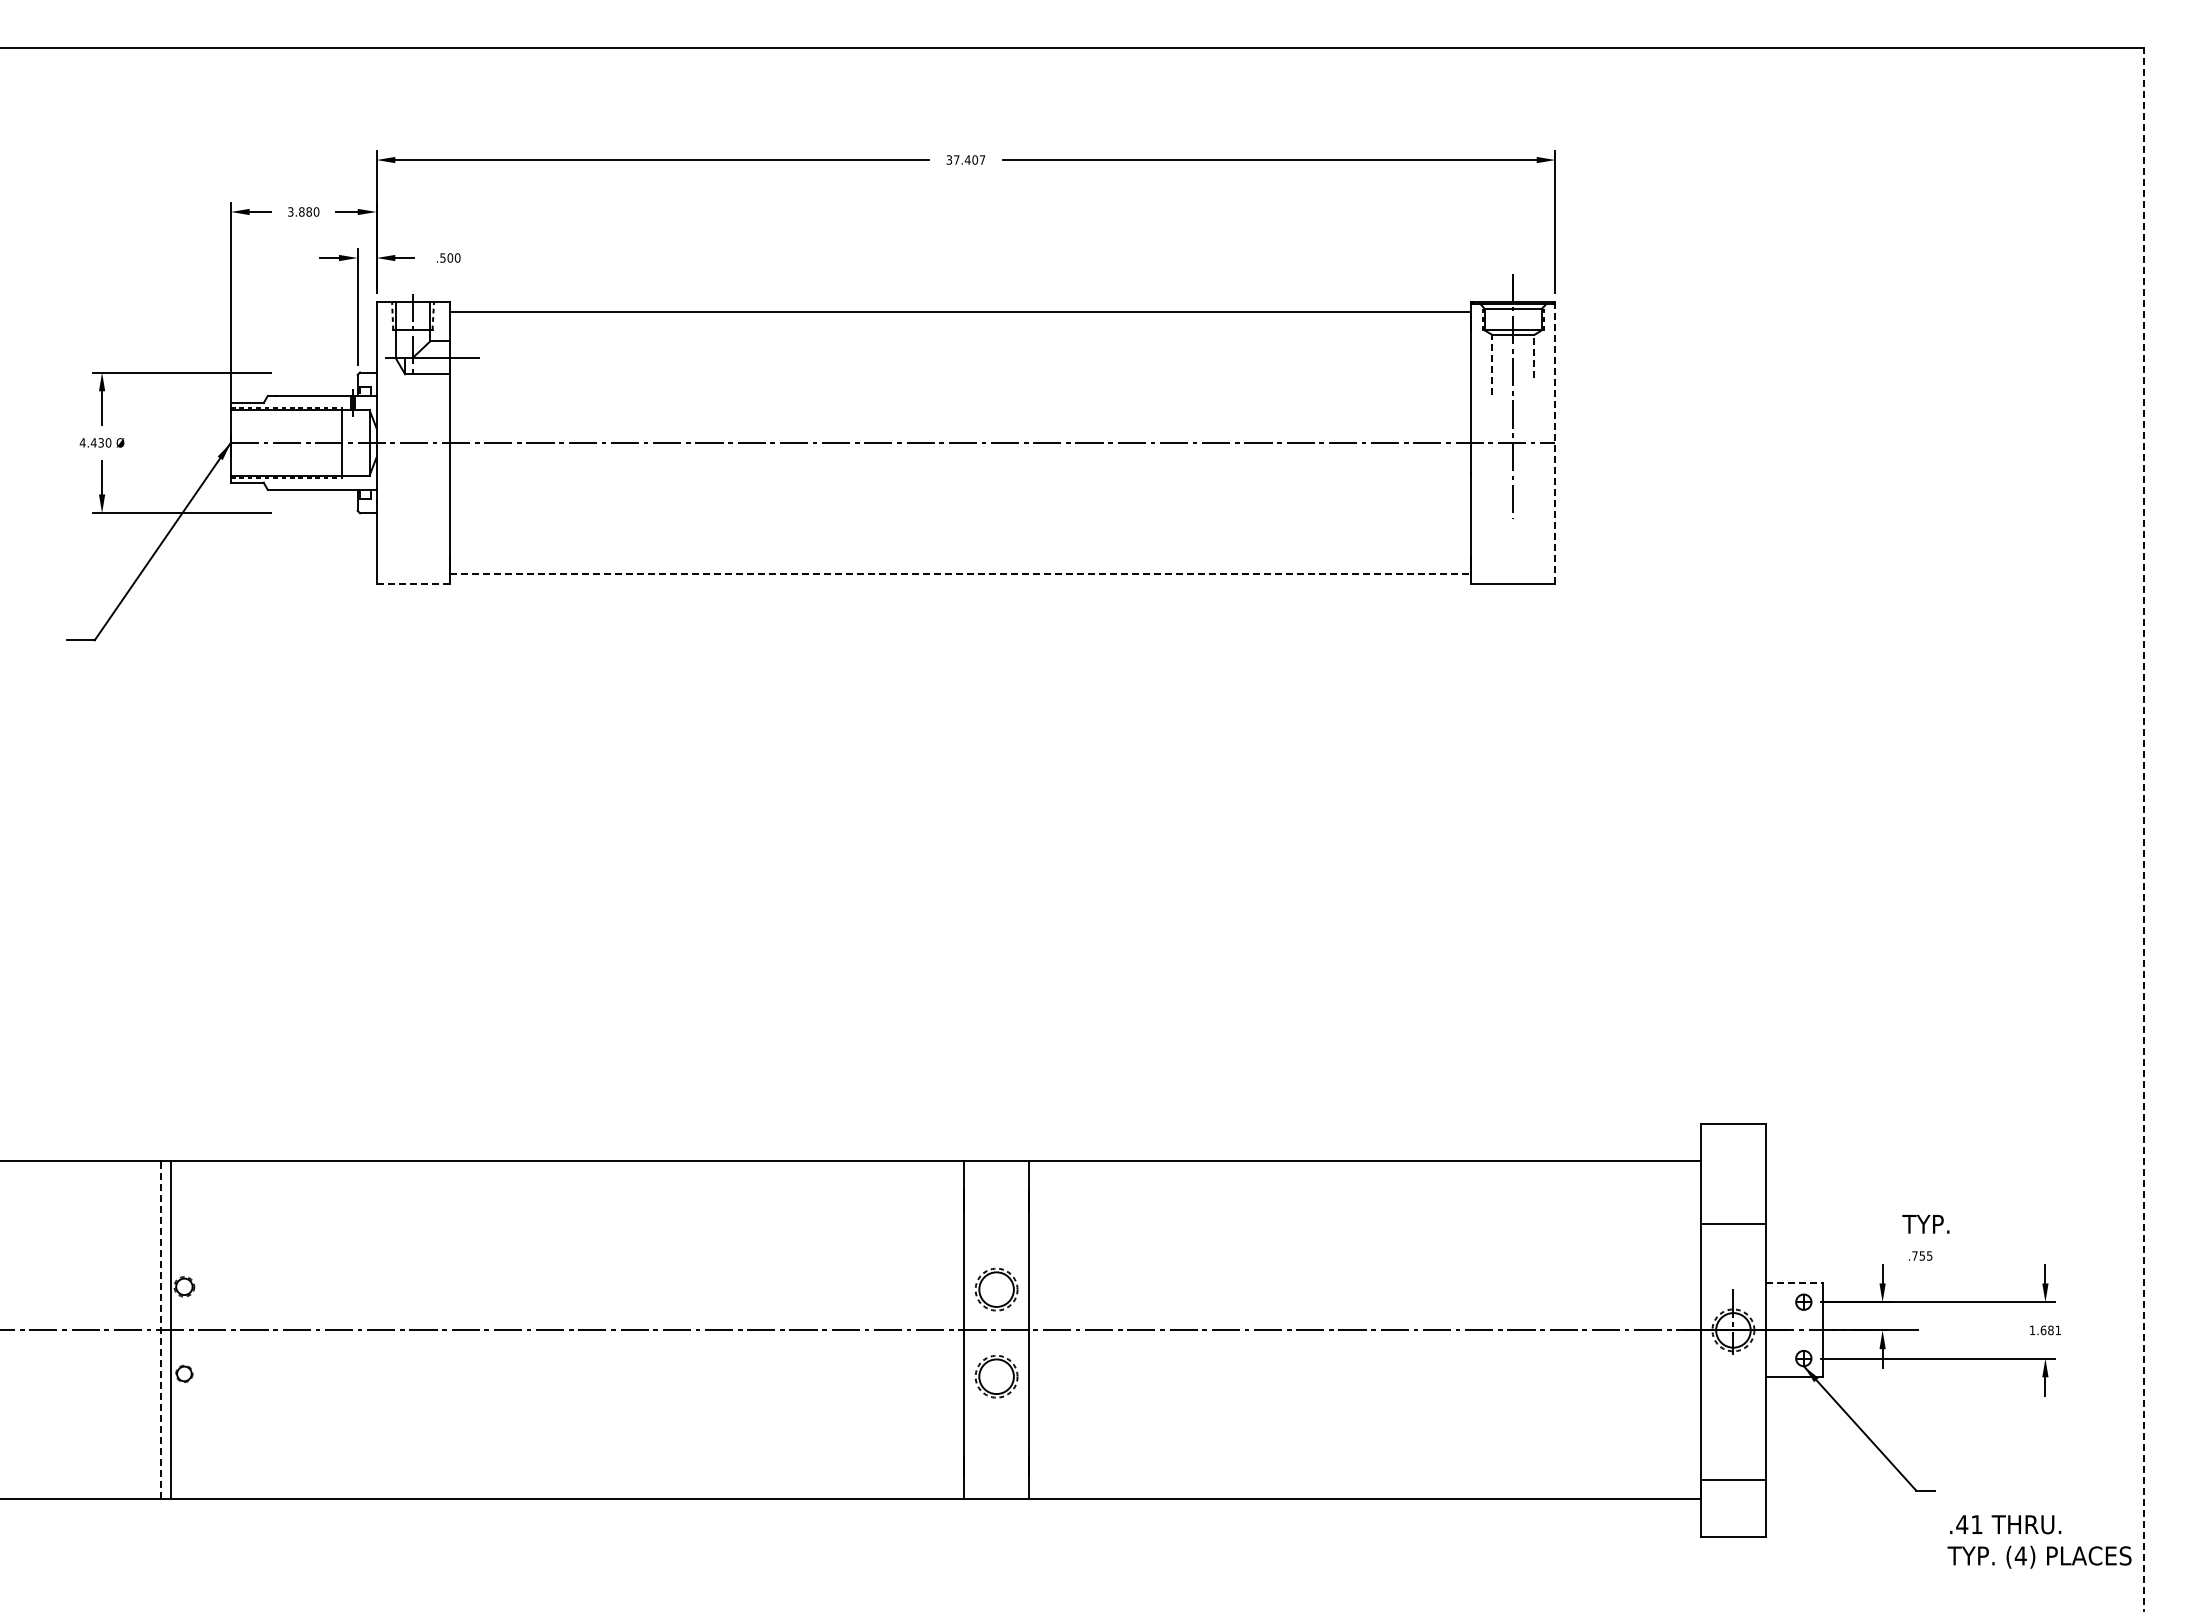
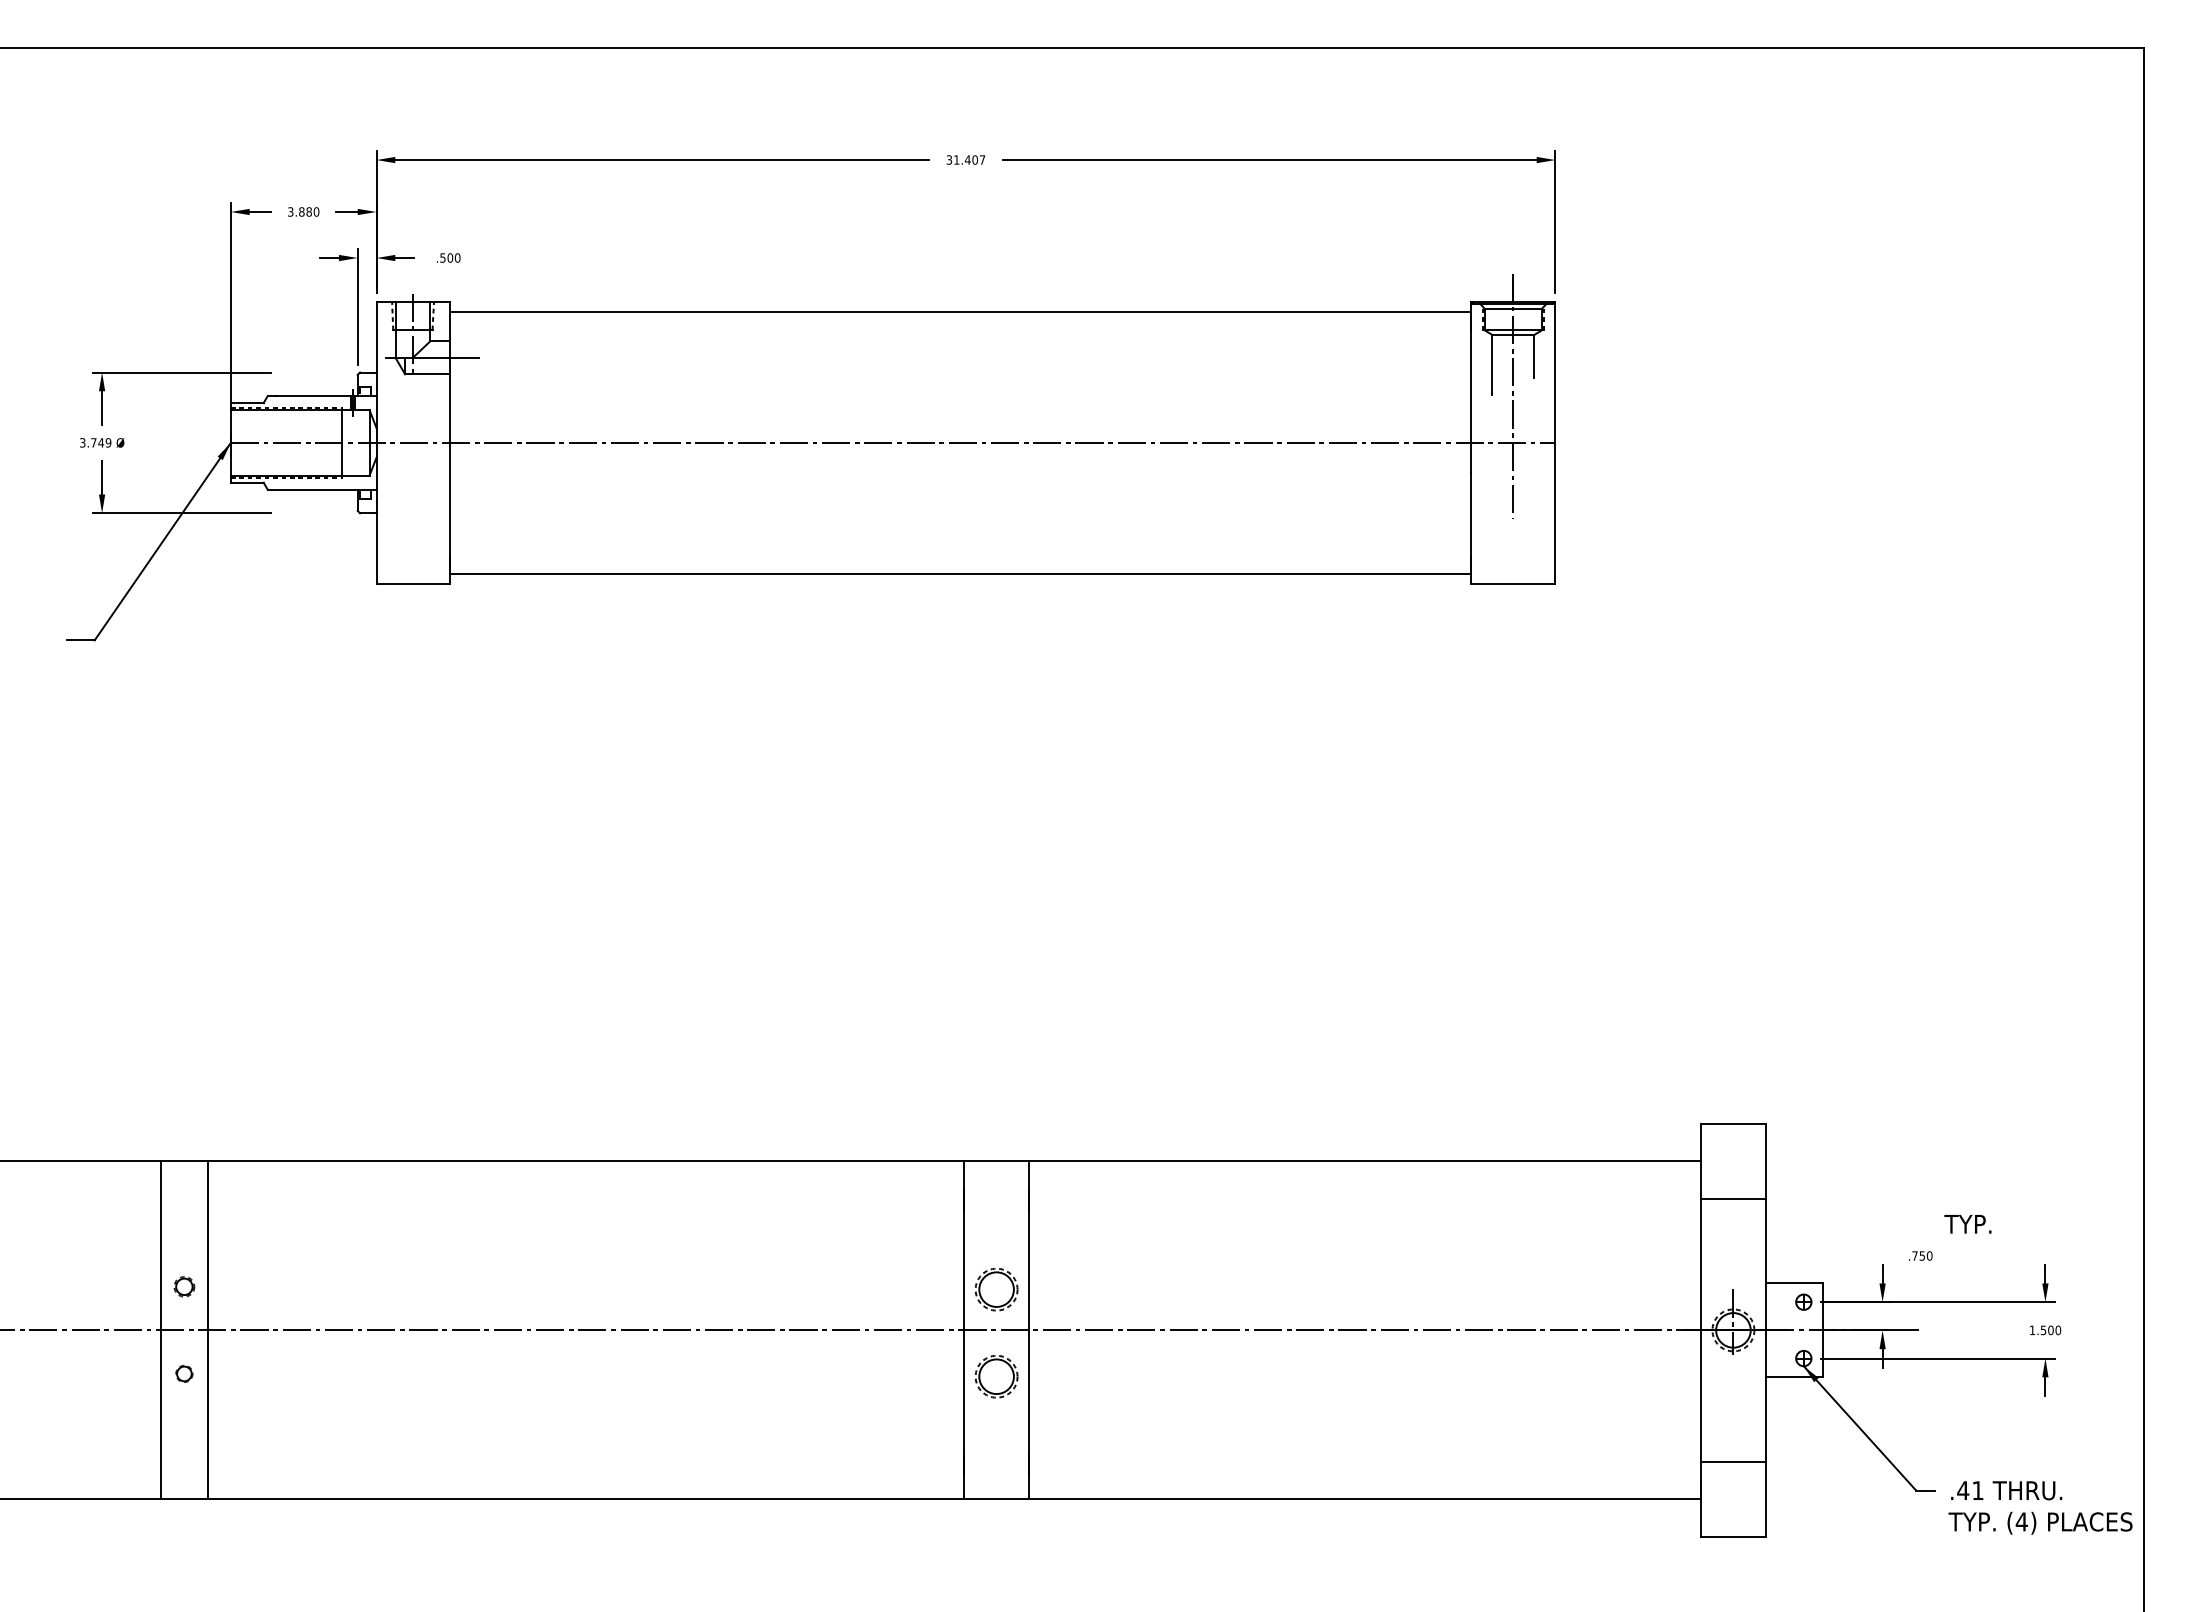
text at (956, 159): 37.407 -> 31.407
line at (1534, 356): dashed -> solid
line at (1492, 364): dashed -> solid
text at (95, 442): 4.430 -> 3.749
line at (1555, 442): dashed -> solid
line at (961, 574): dashed -> solid
line at (413, 583): dashed -> solid
line at (2143, 830): dashed -> solid
line at (1733, 1224) position: (1733, 1224) -> (1733, 1199)
text at (1925, 1224) position: (1925, 1224) -> (1967, 1224)
text at (1929, 1255): .755 -> .750
line at (1794, 1283): dashed -> solid
line at (160, 1330): dashed -> solid
line at (170, 1330) position: (170, 1330) -> (207, 1330)
text at (2050, 1330): 1.681 -> 1.500
line at (1733, 1479) position: (1733, 1479) -> (1733, 1461)
text at (2039, 1541) position: (2039, 1541) -> (2040, 1507)
